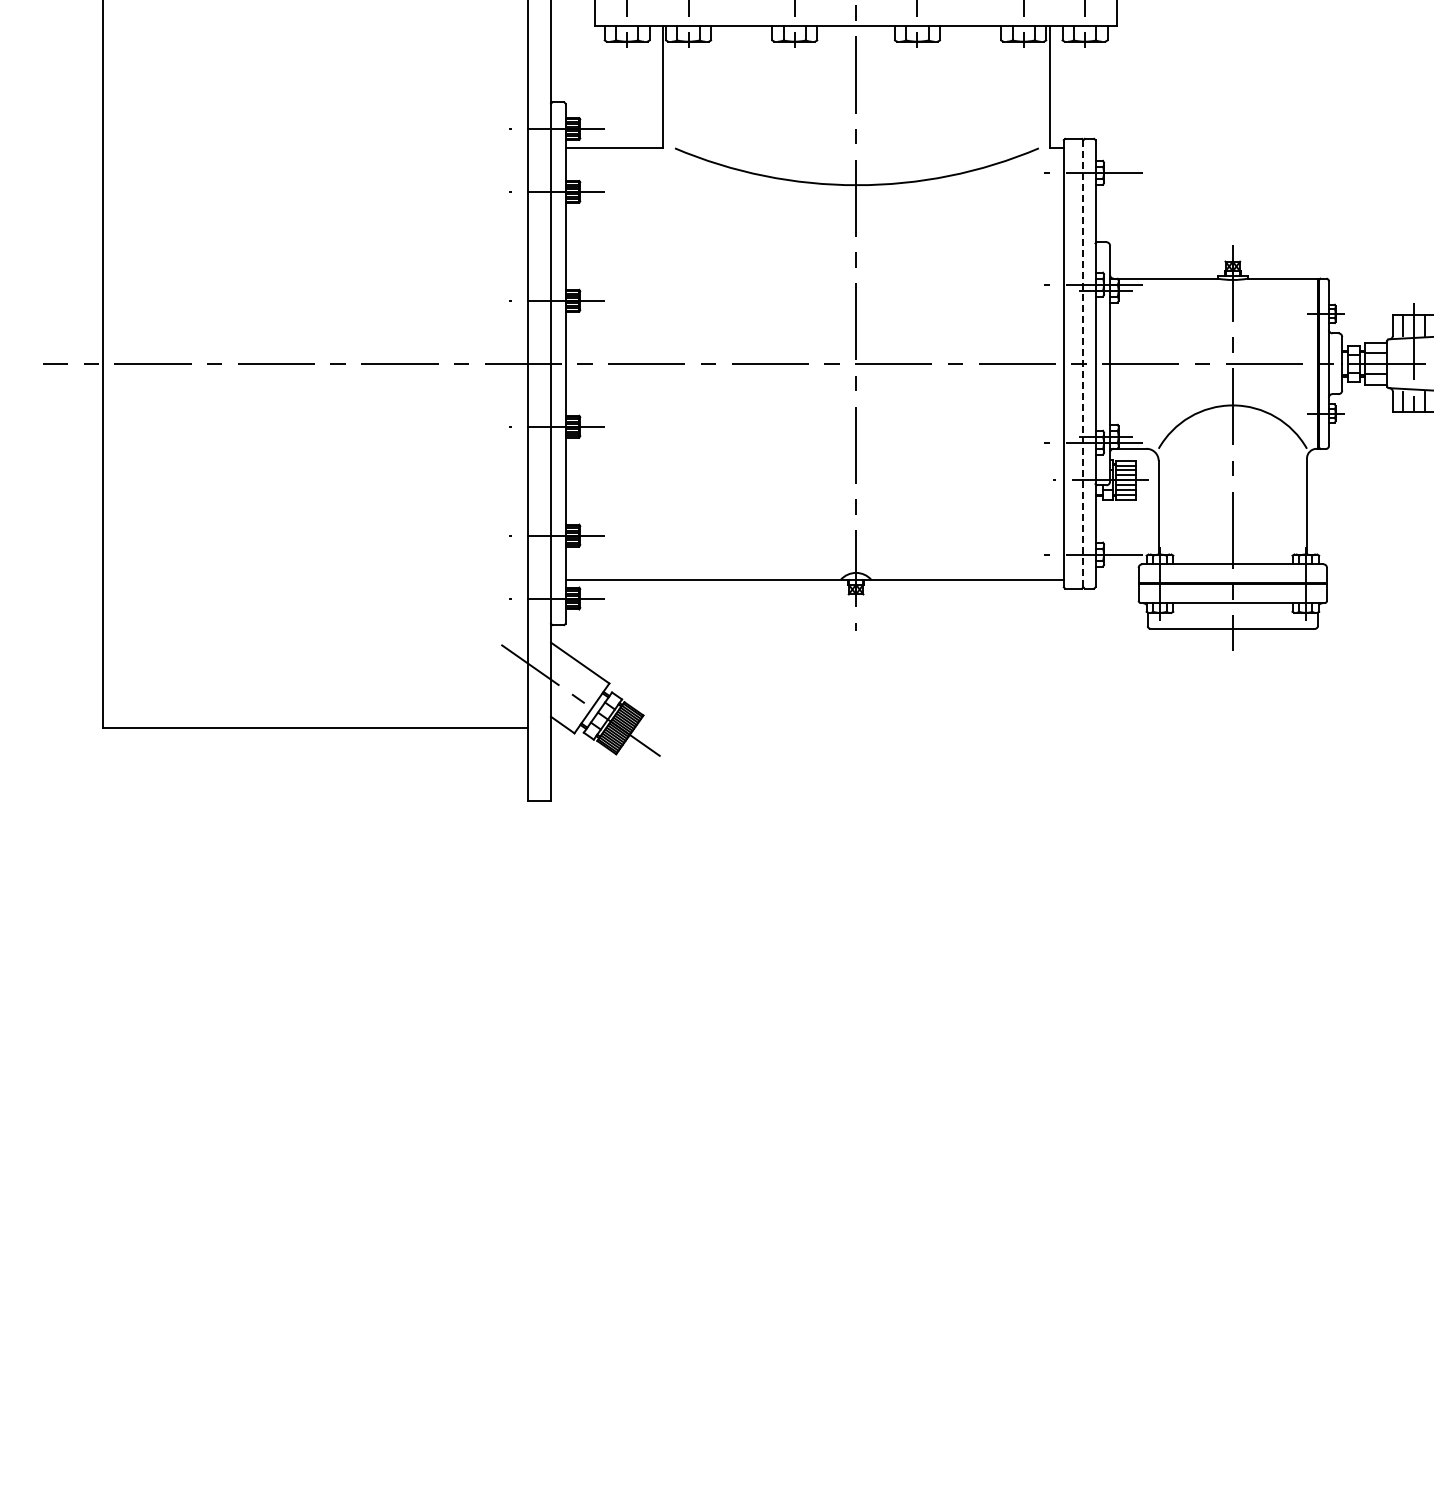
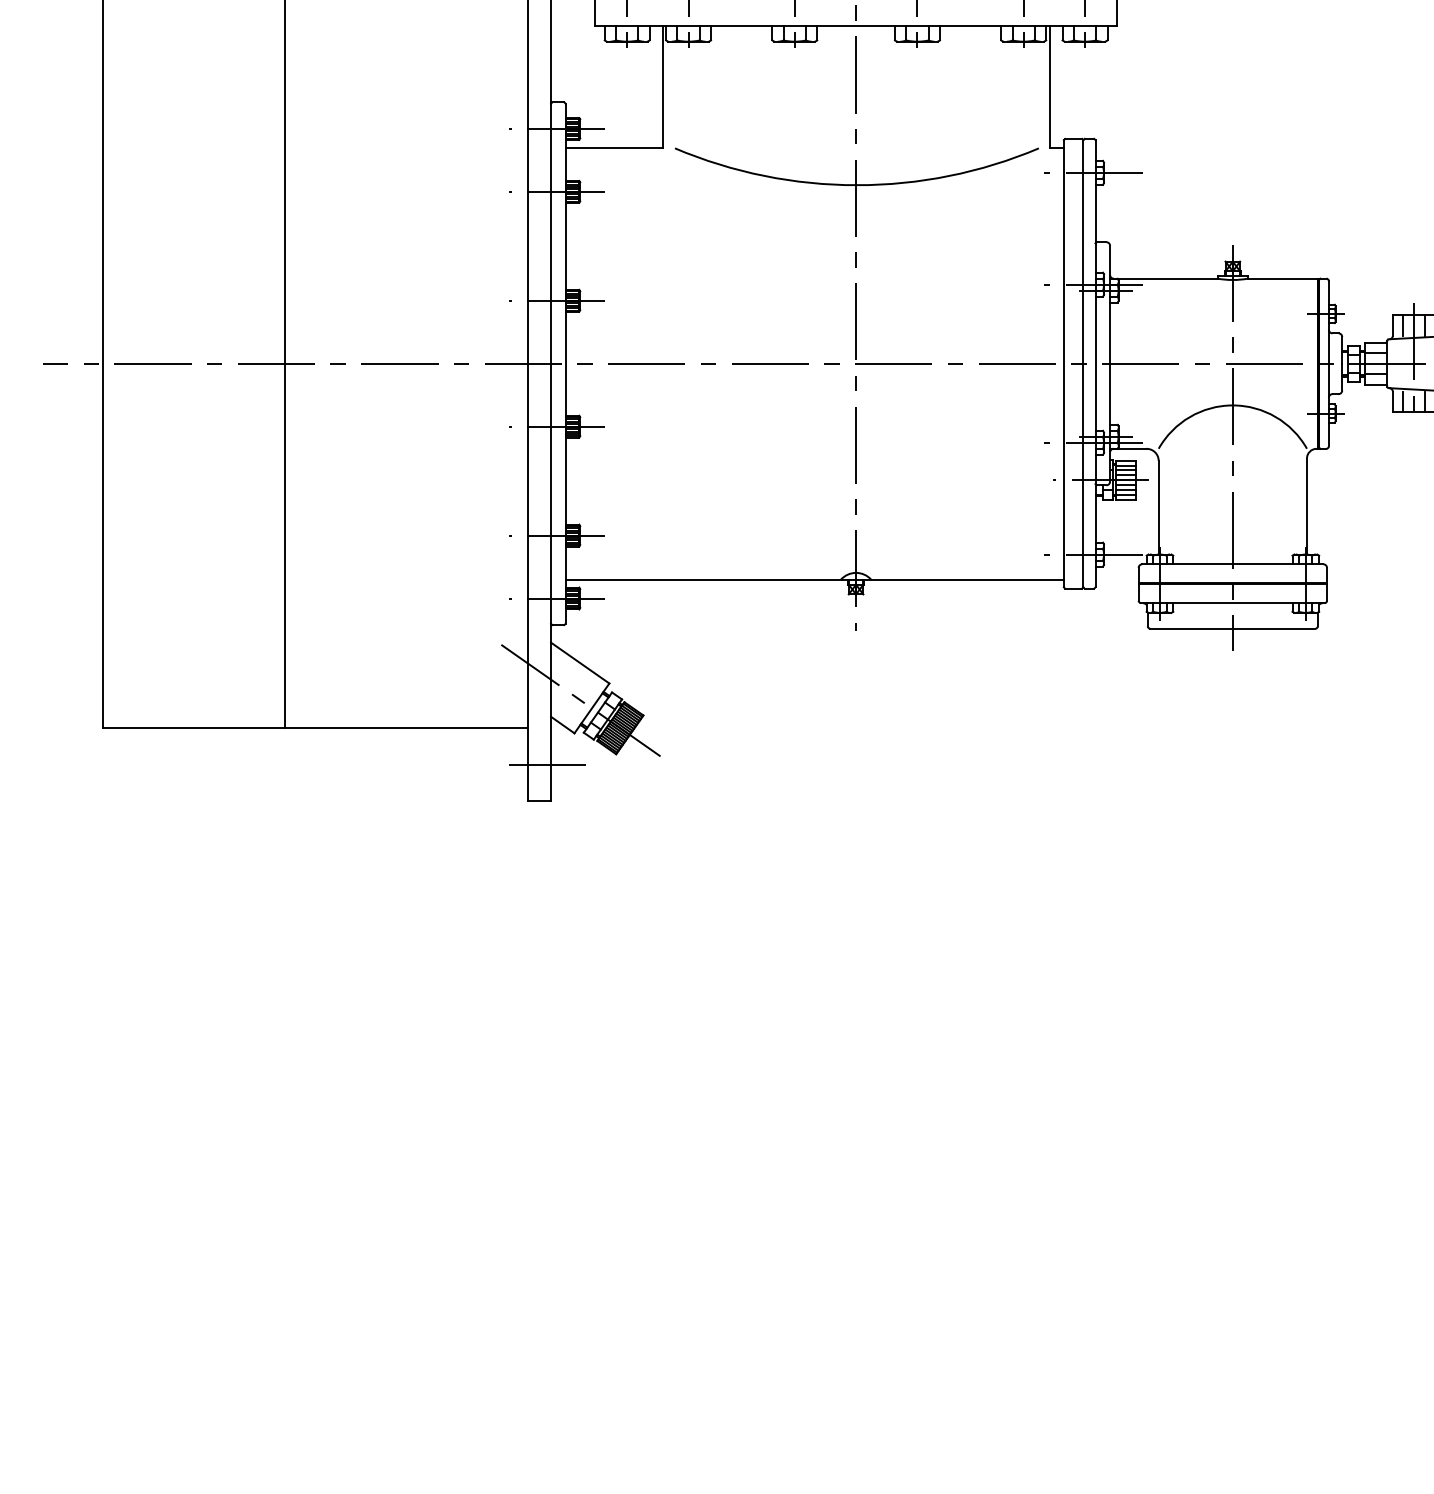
line at (1083, 363): dashed -> solid
line at (284, 365): none -> present
line at (544, 764): none -> present
